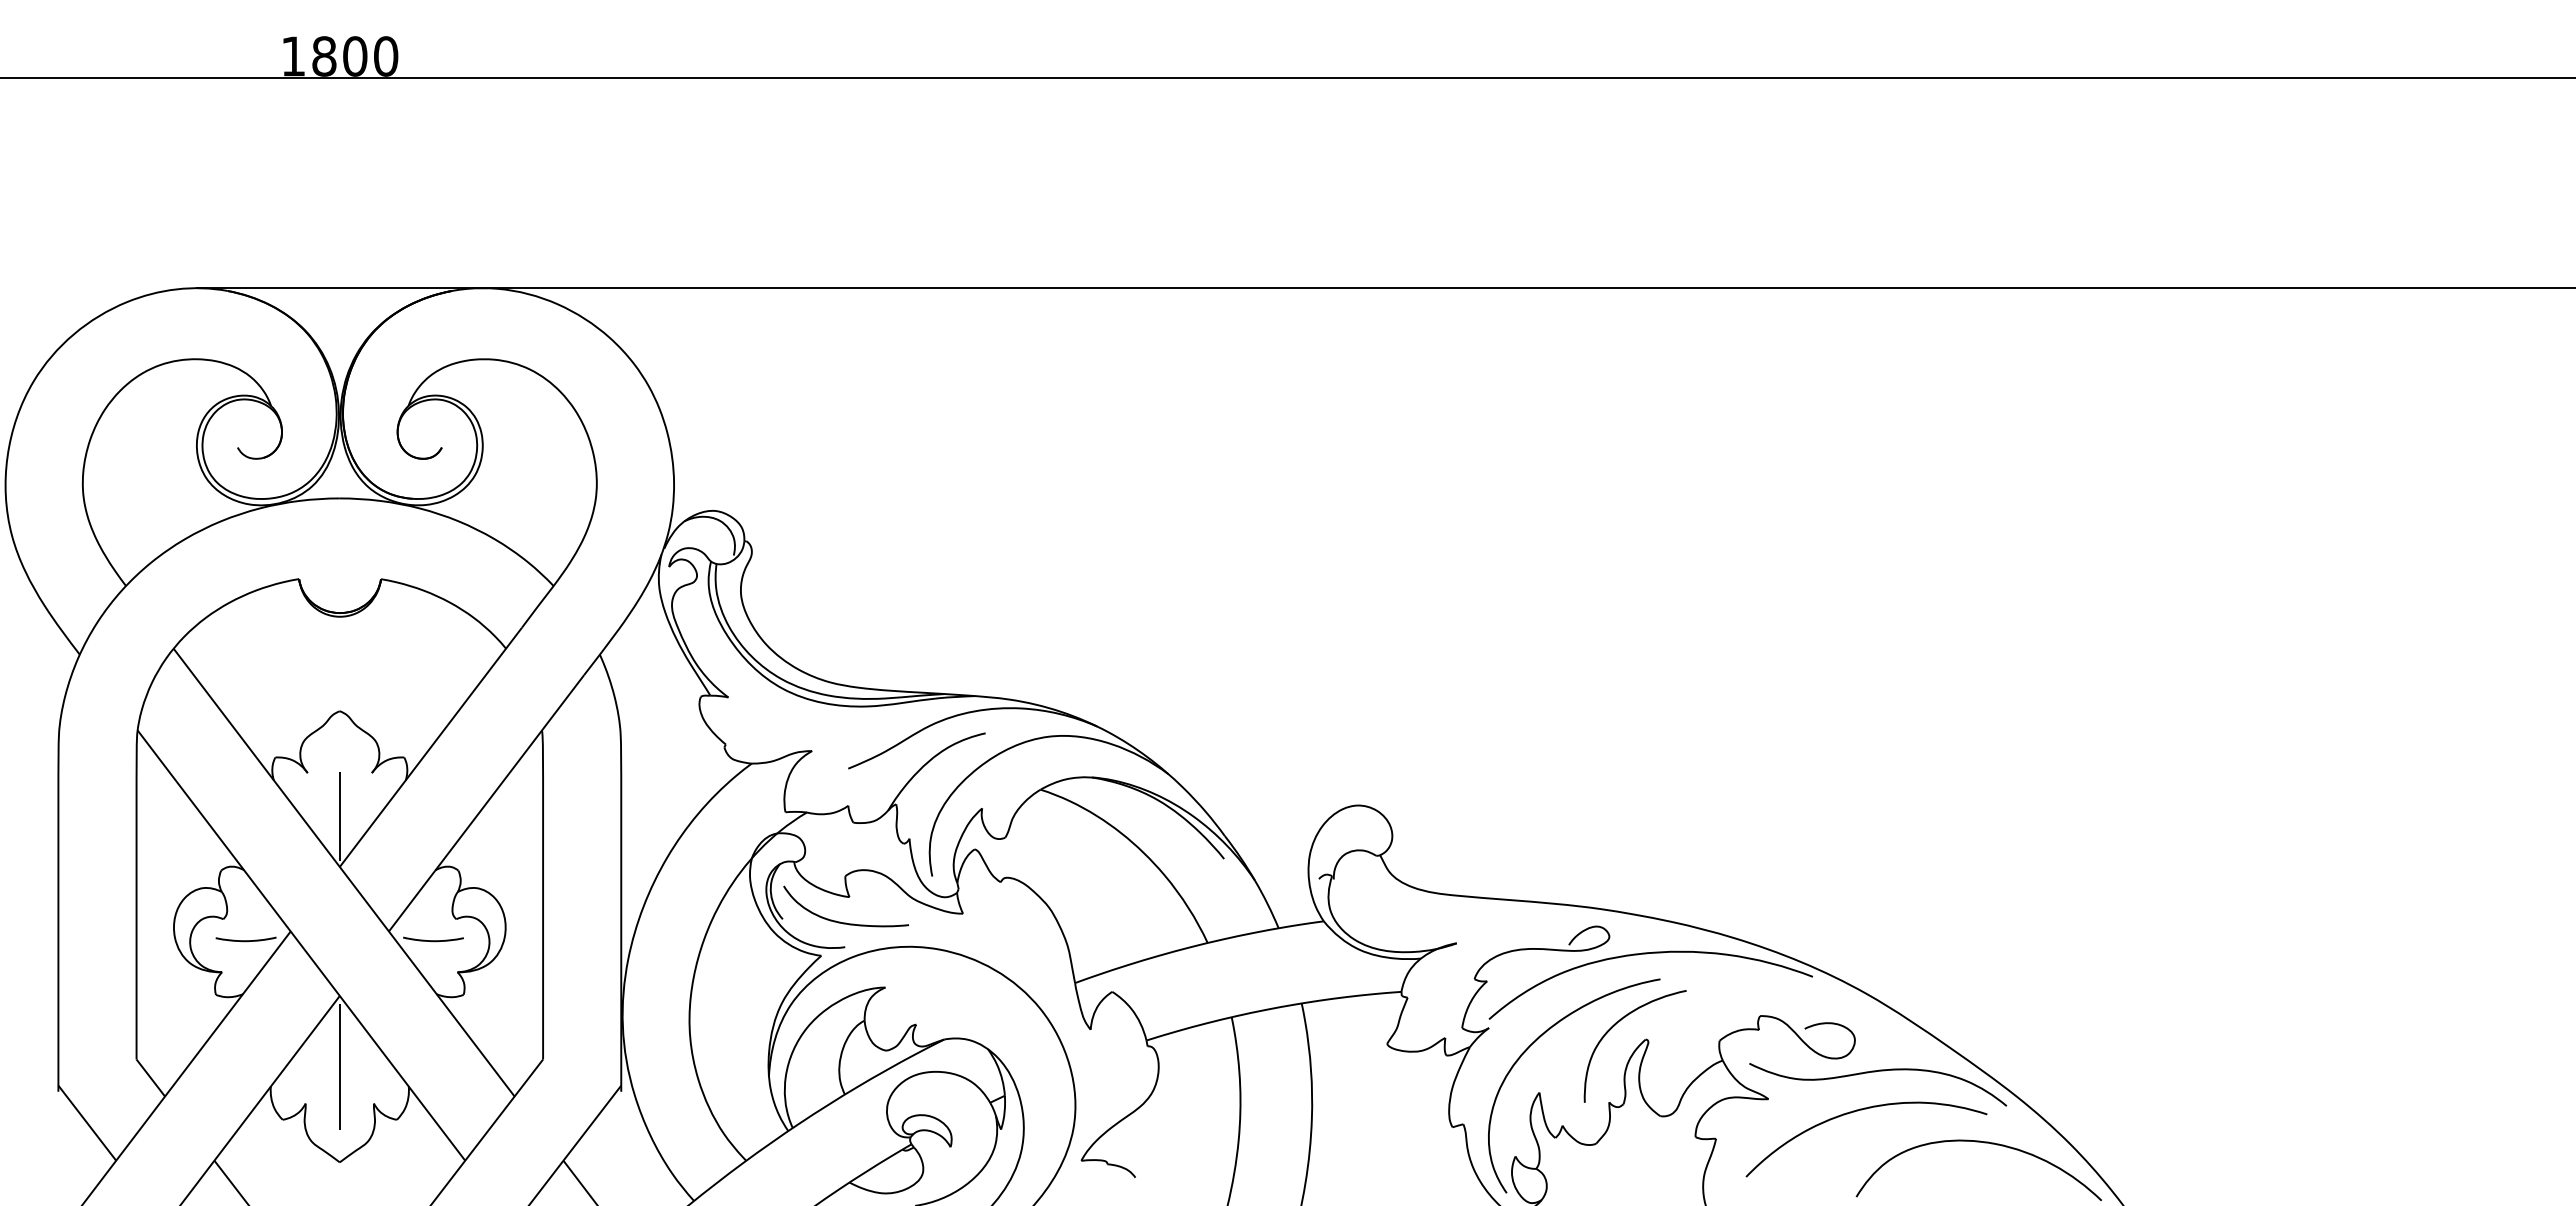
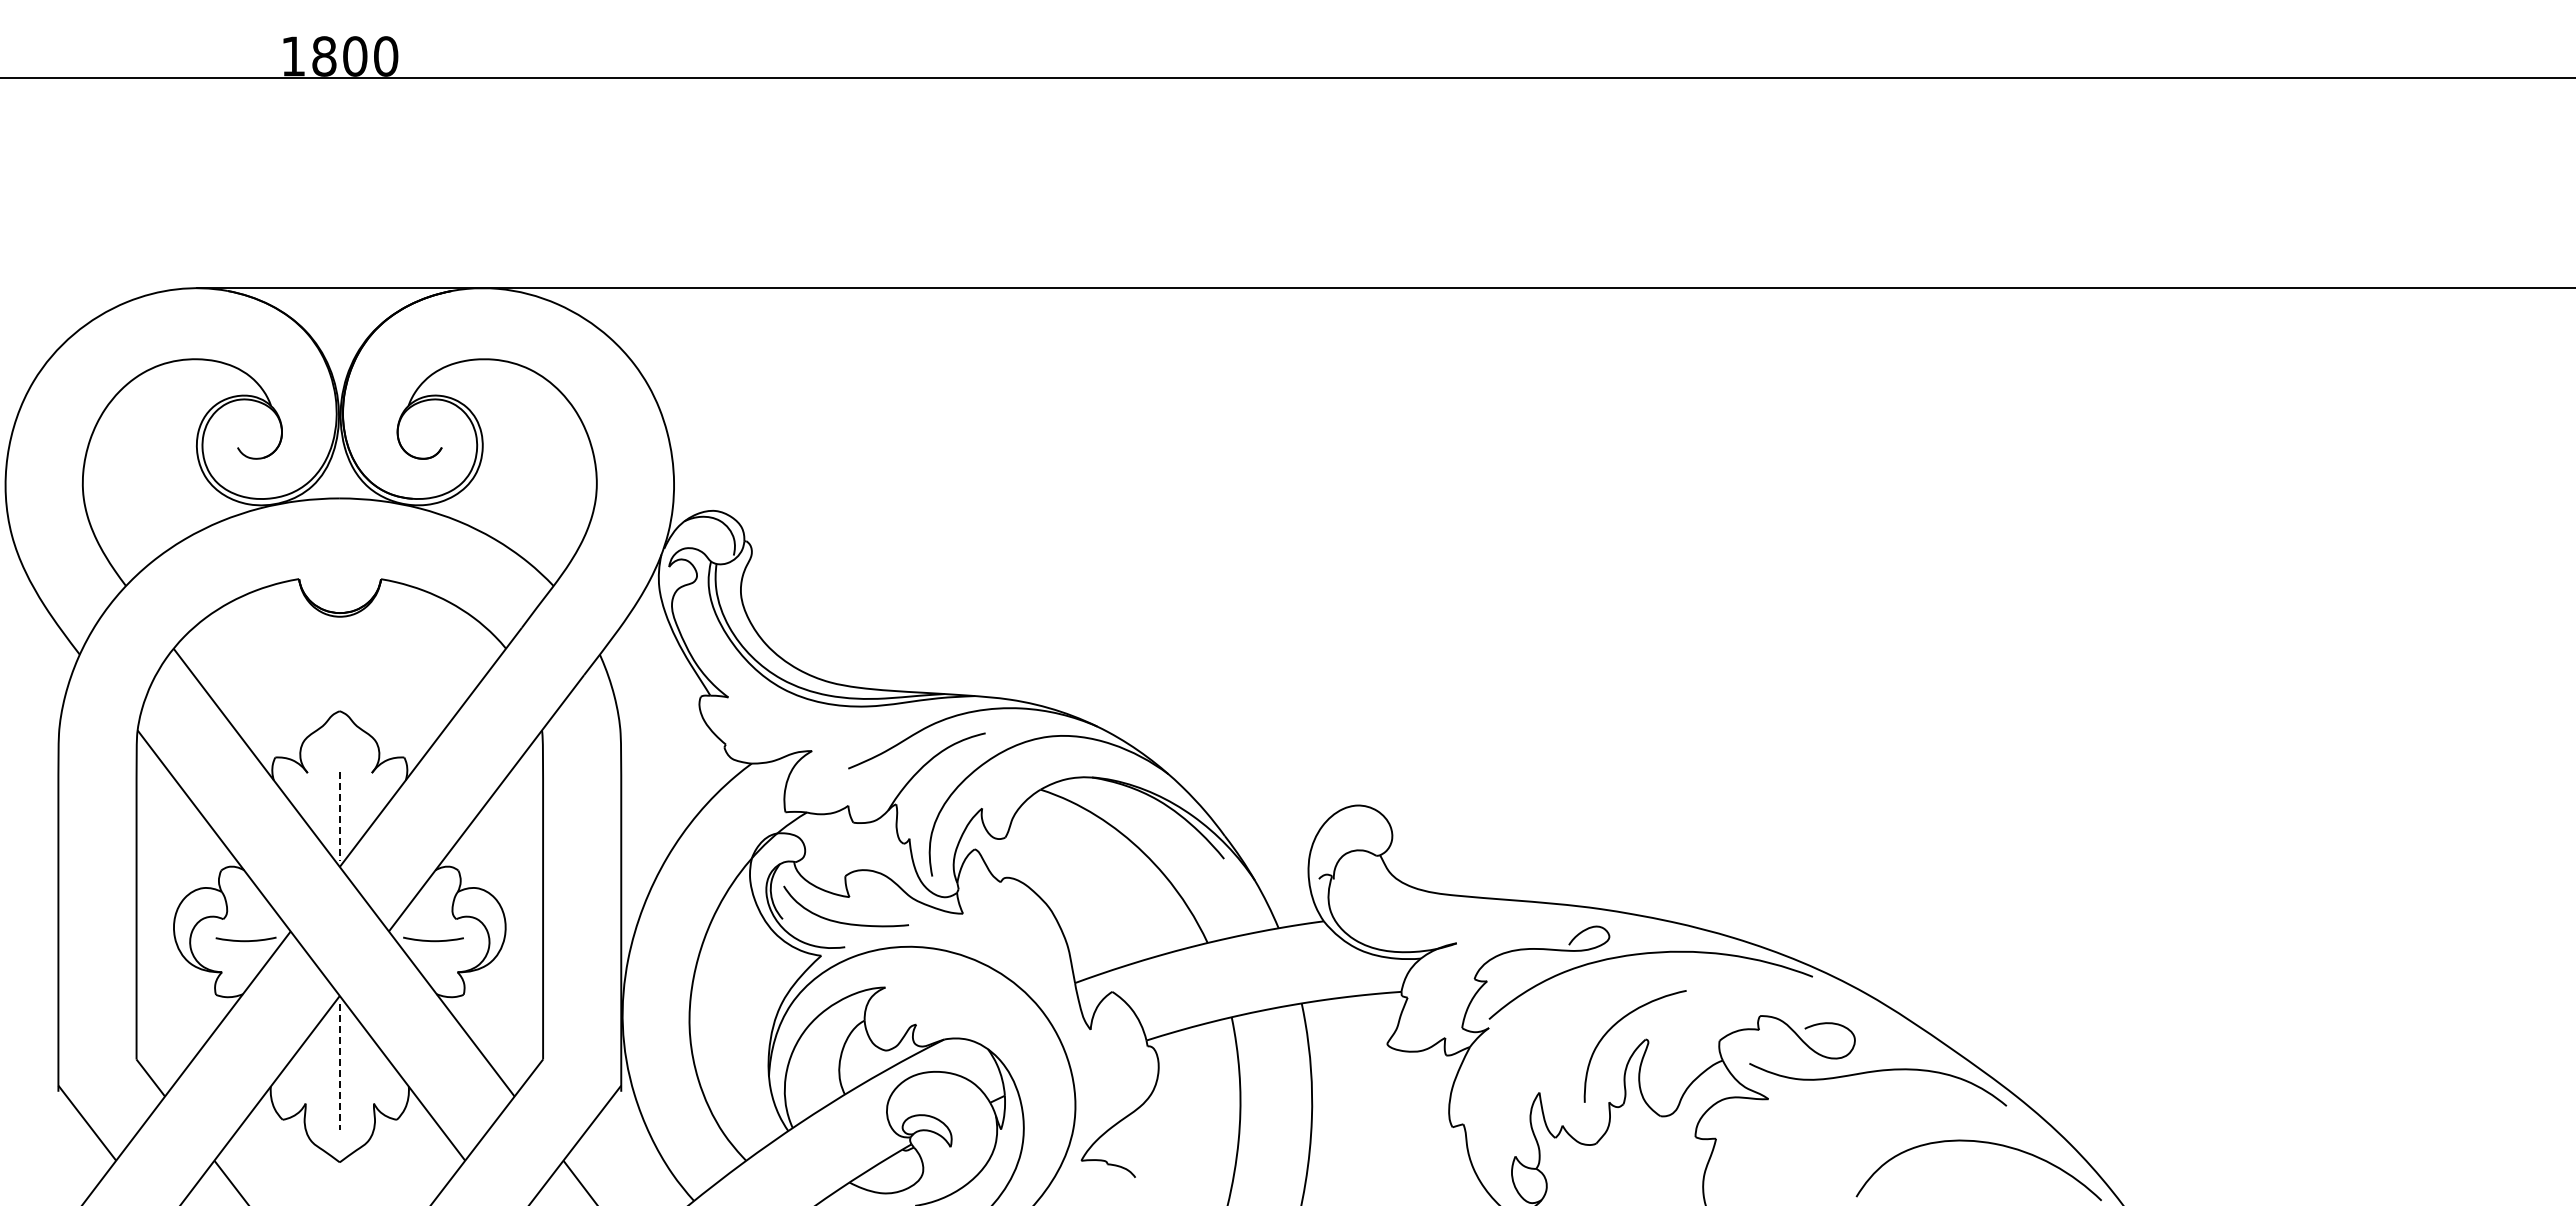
line at (339, 816): solid -> dashed
curve at (1535, 1042): present -> none
line at (339, 1067): solid -> dashed
curve at (1858, 1111): present -> none
